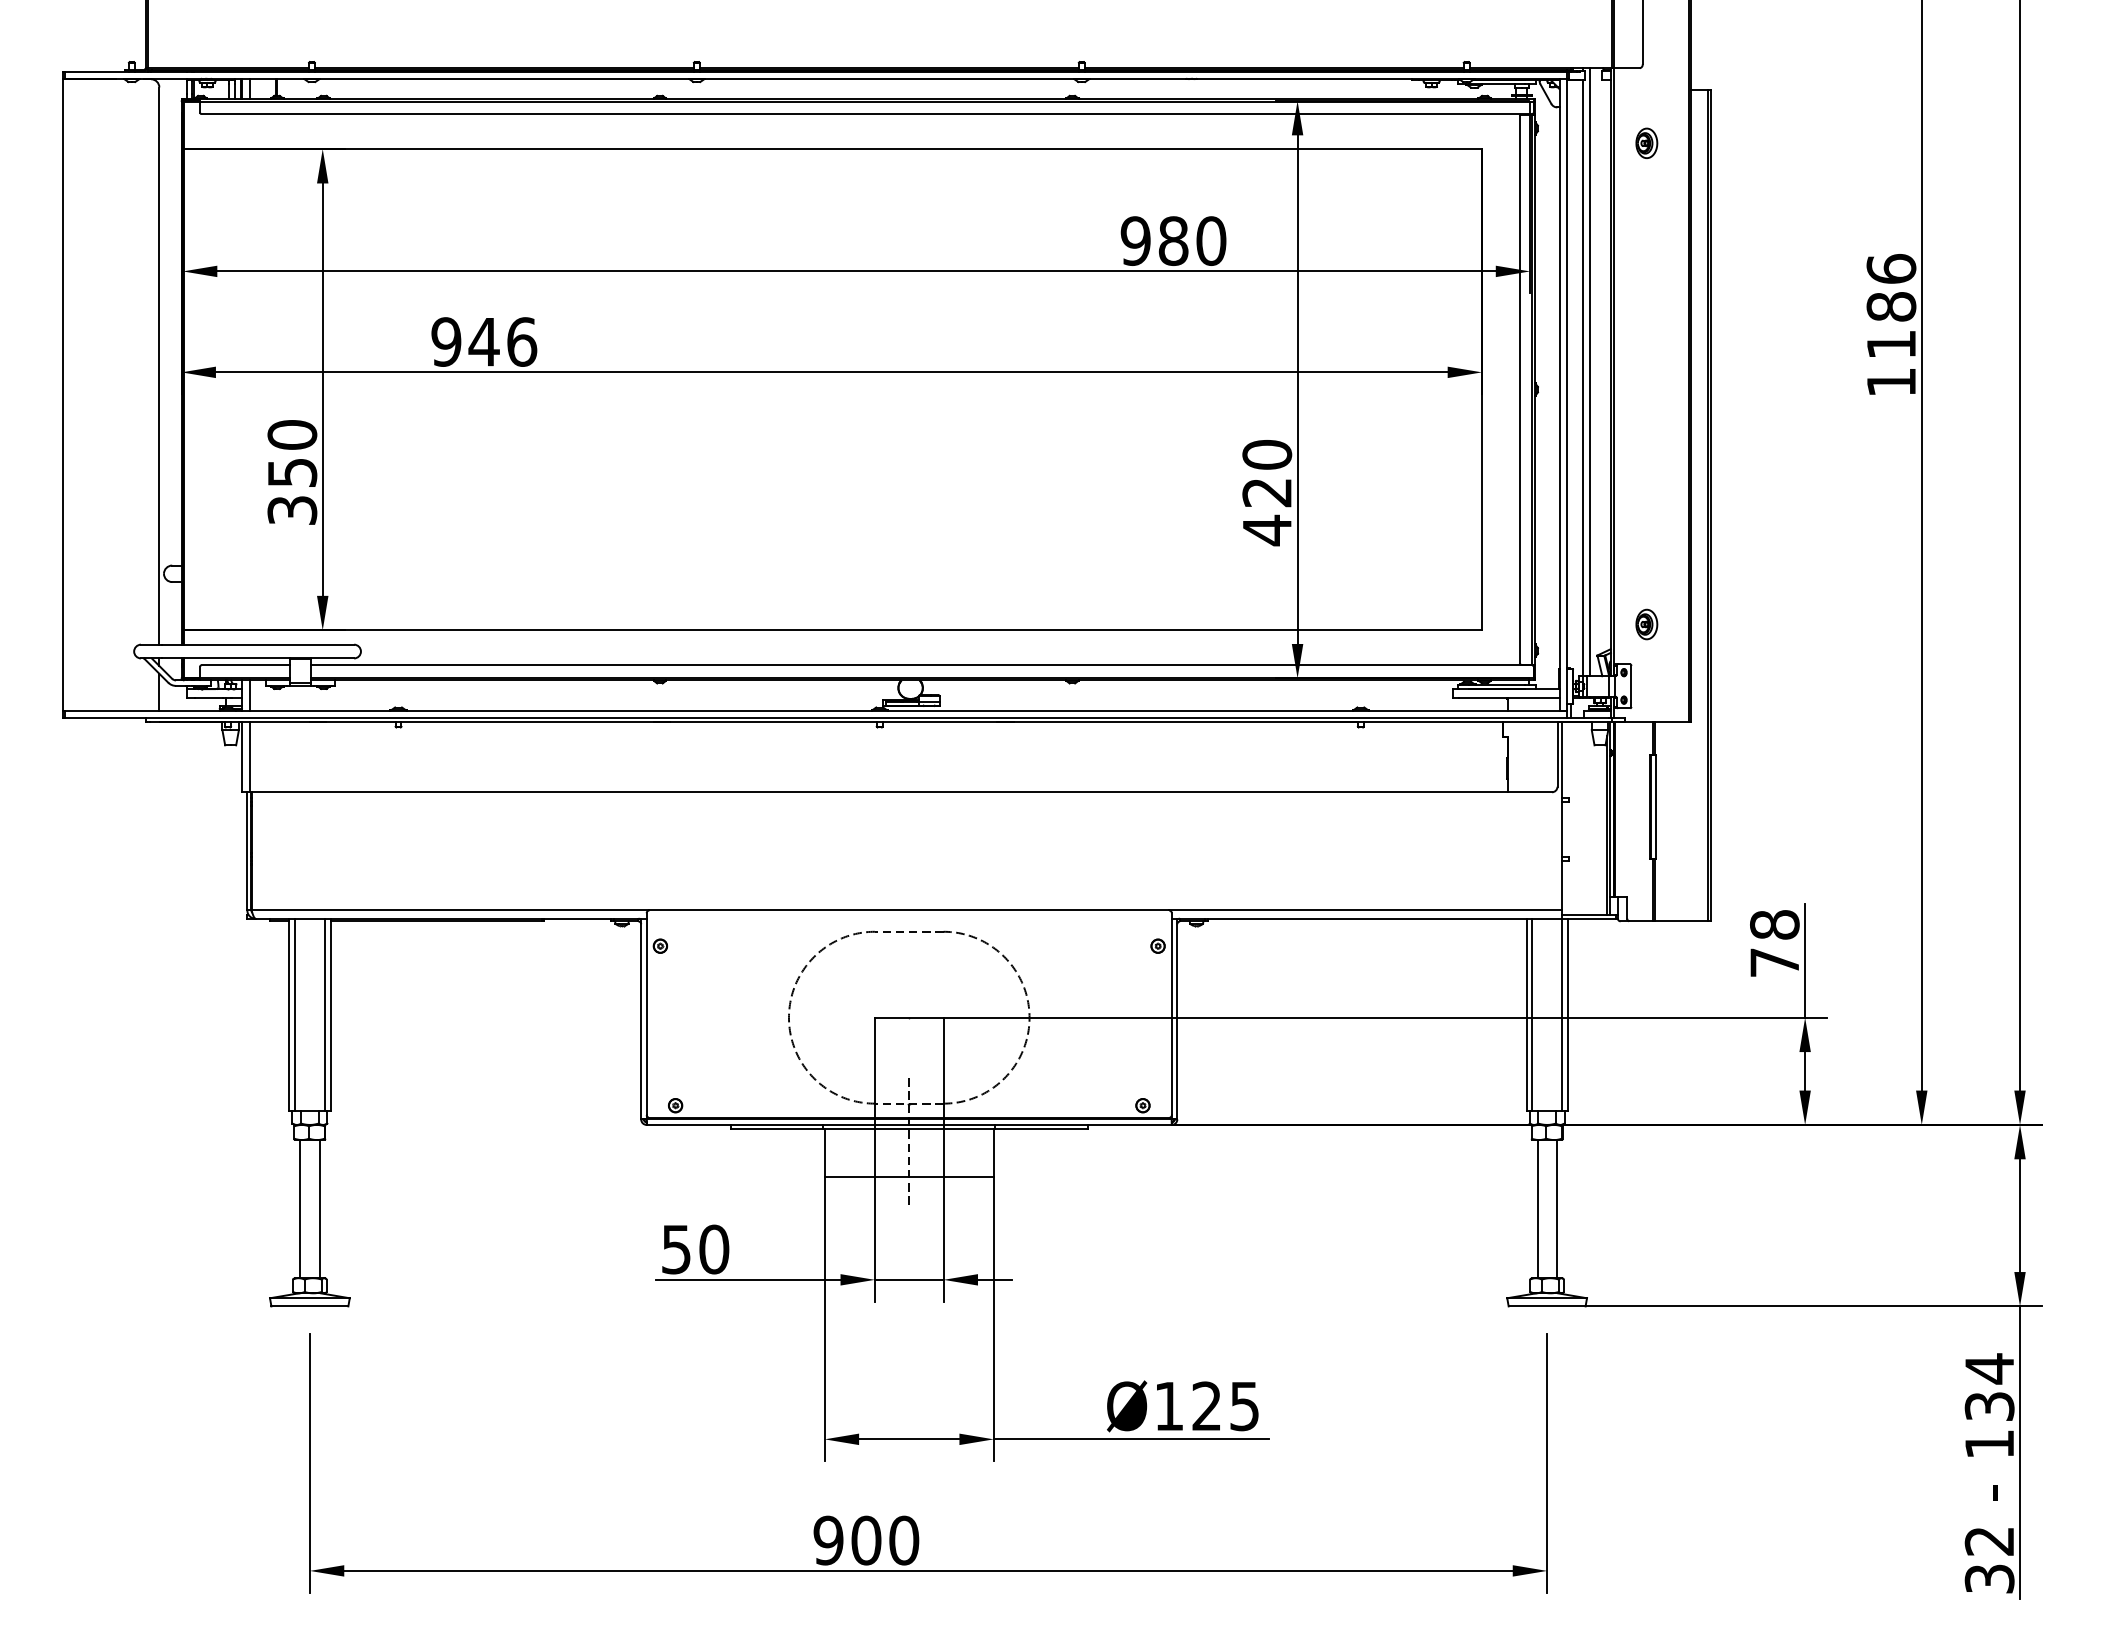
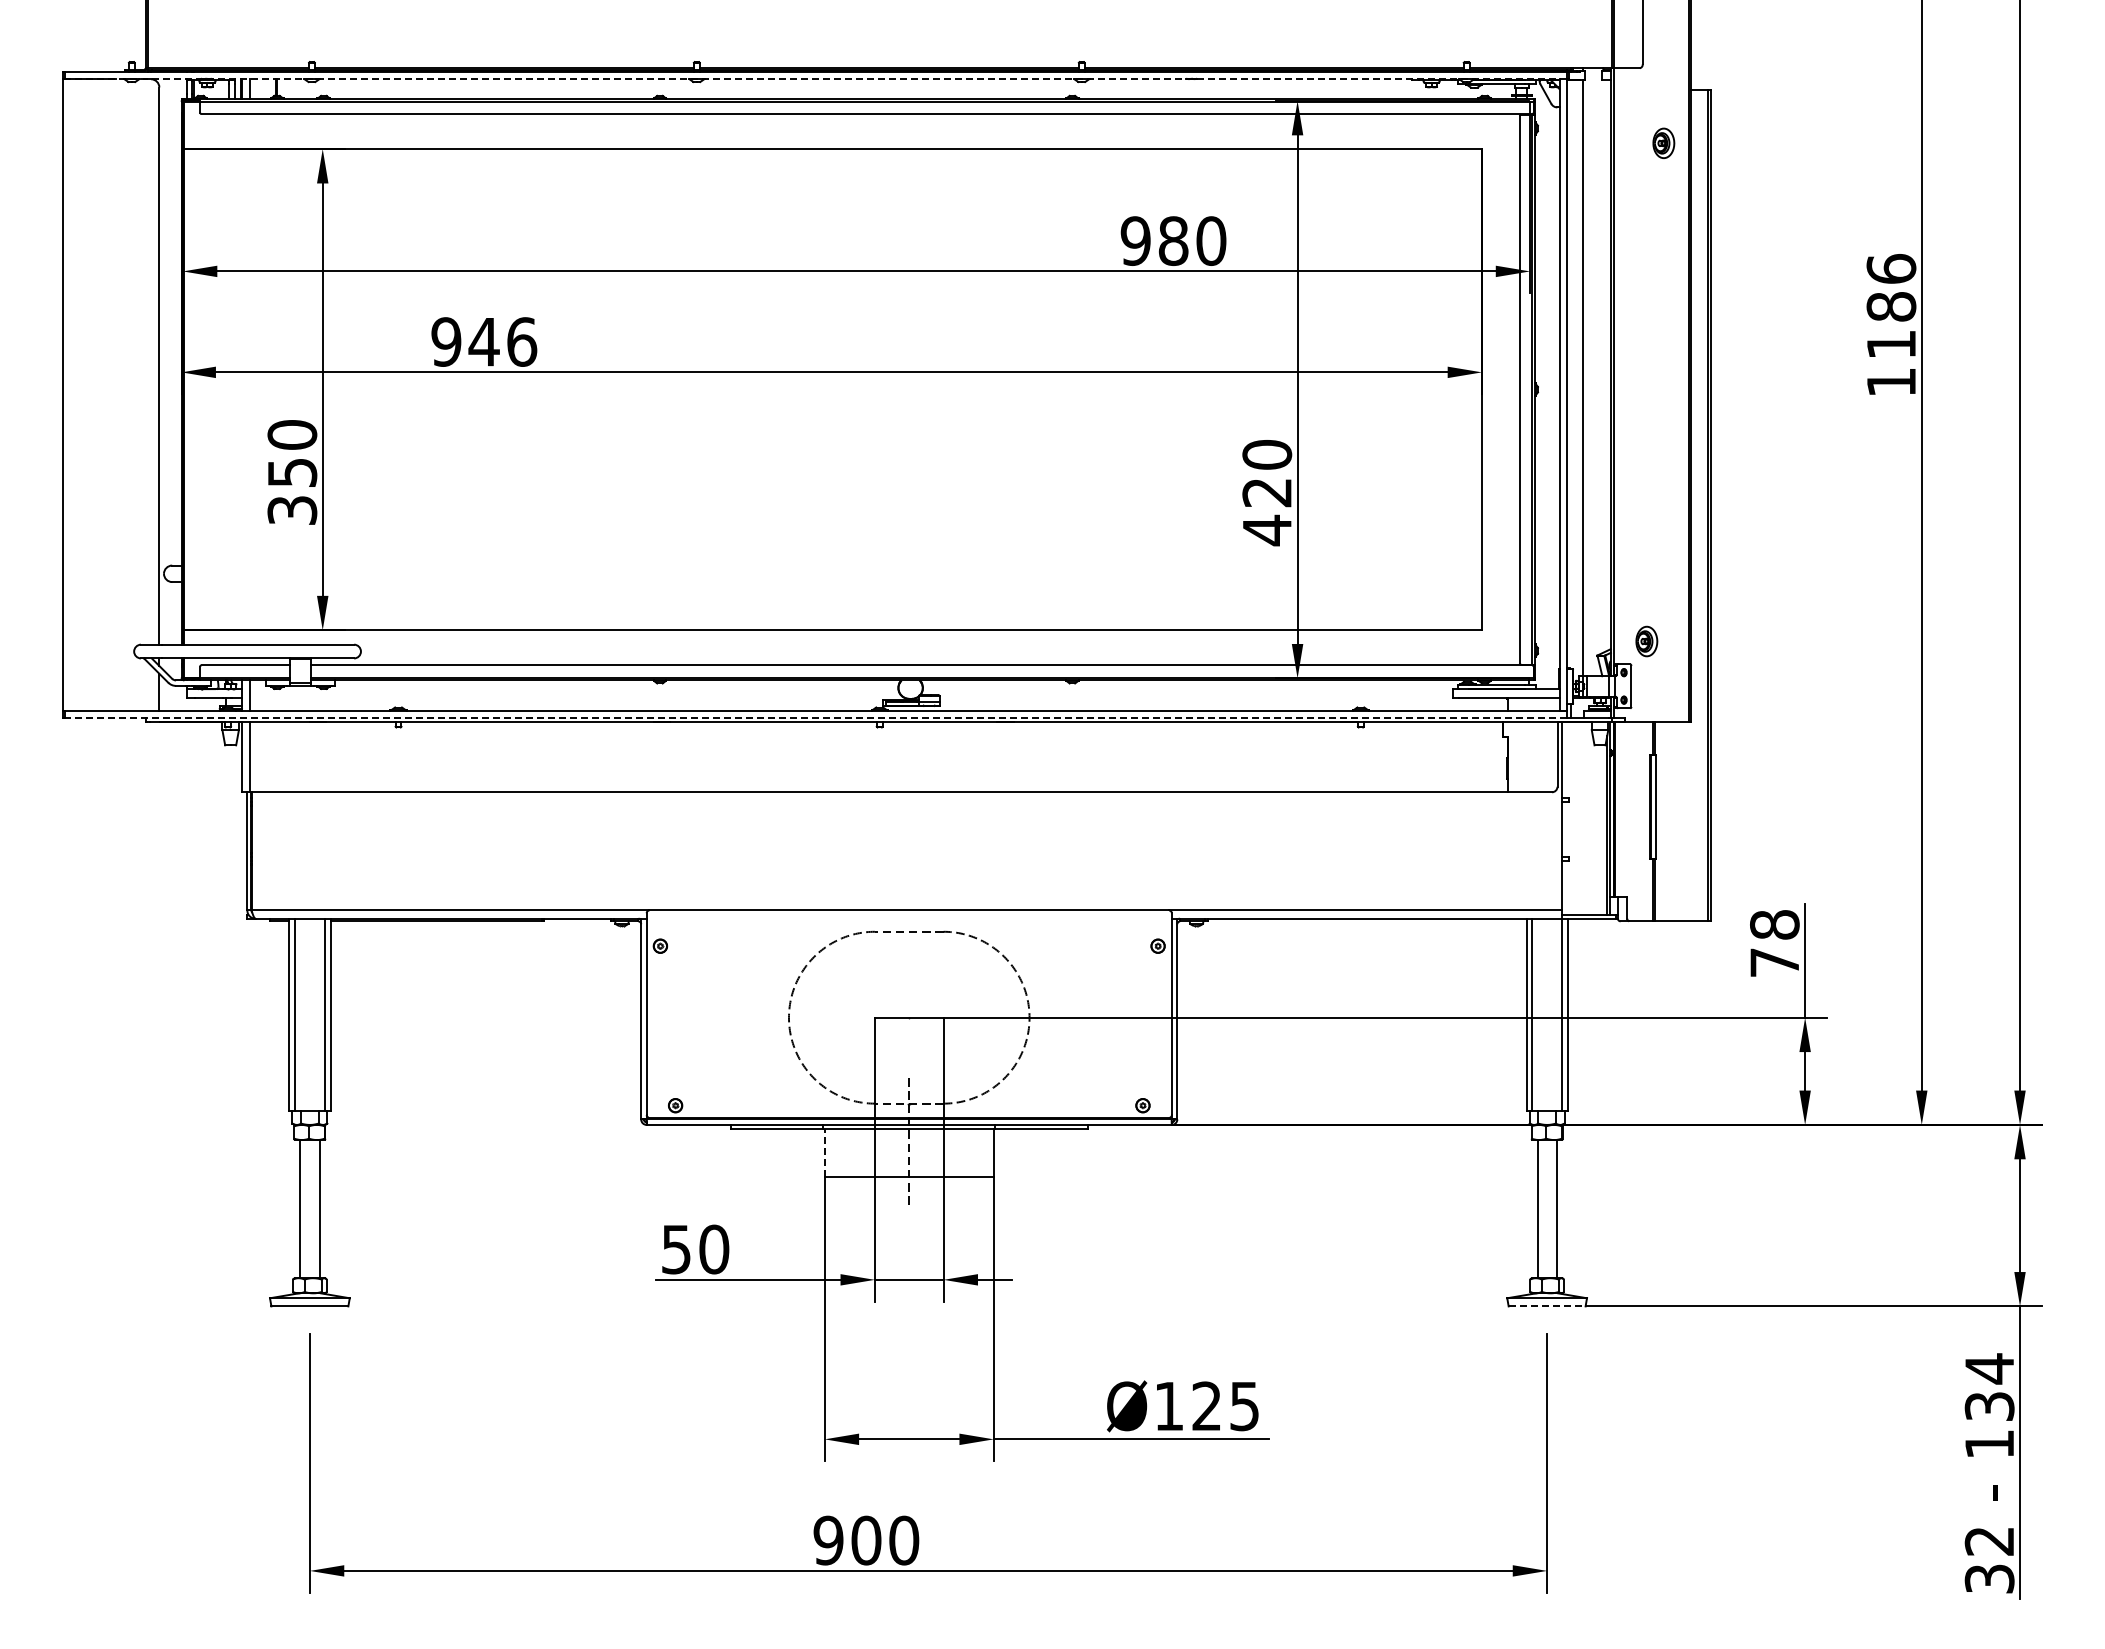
line at (815, 78): solid -> dashed
part at (1646, 142) position: (1646, 142) -> (1663, 142)
line at (1590, 372): present -> none
part at (1646, 624) position: (1646, 624) -> (1646, 641)
line at (815, 717): solid -> dashed
line at (824, 1152): solid -> dashed
line at (1547, 1306): solid -> dashed
